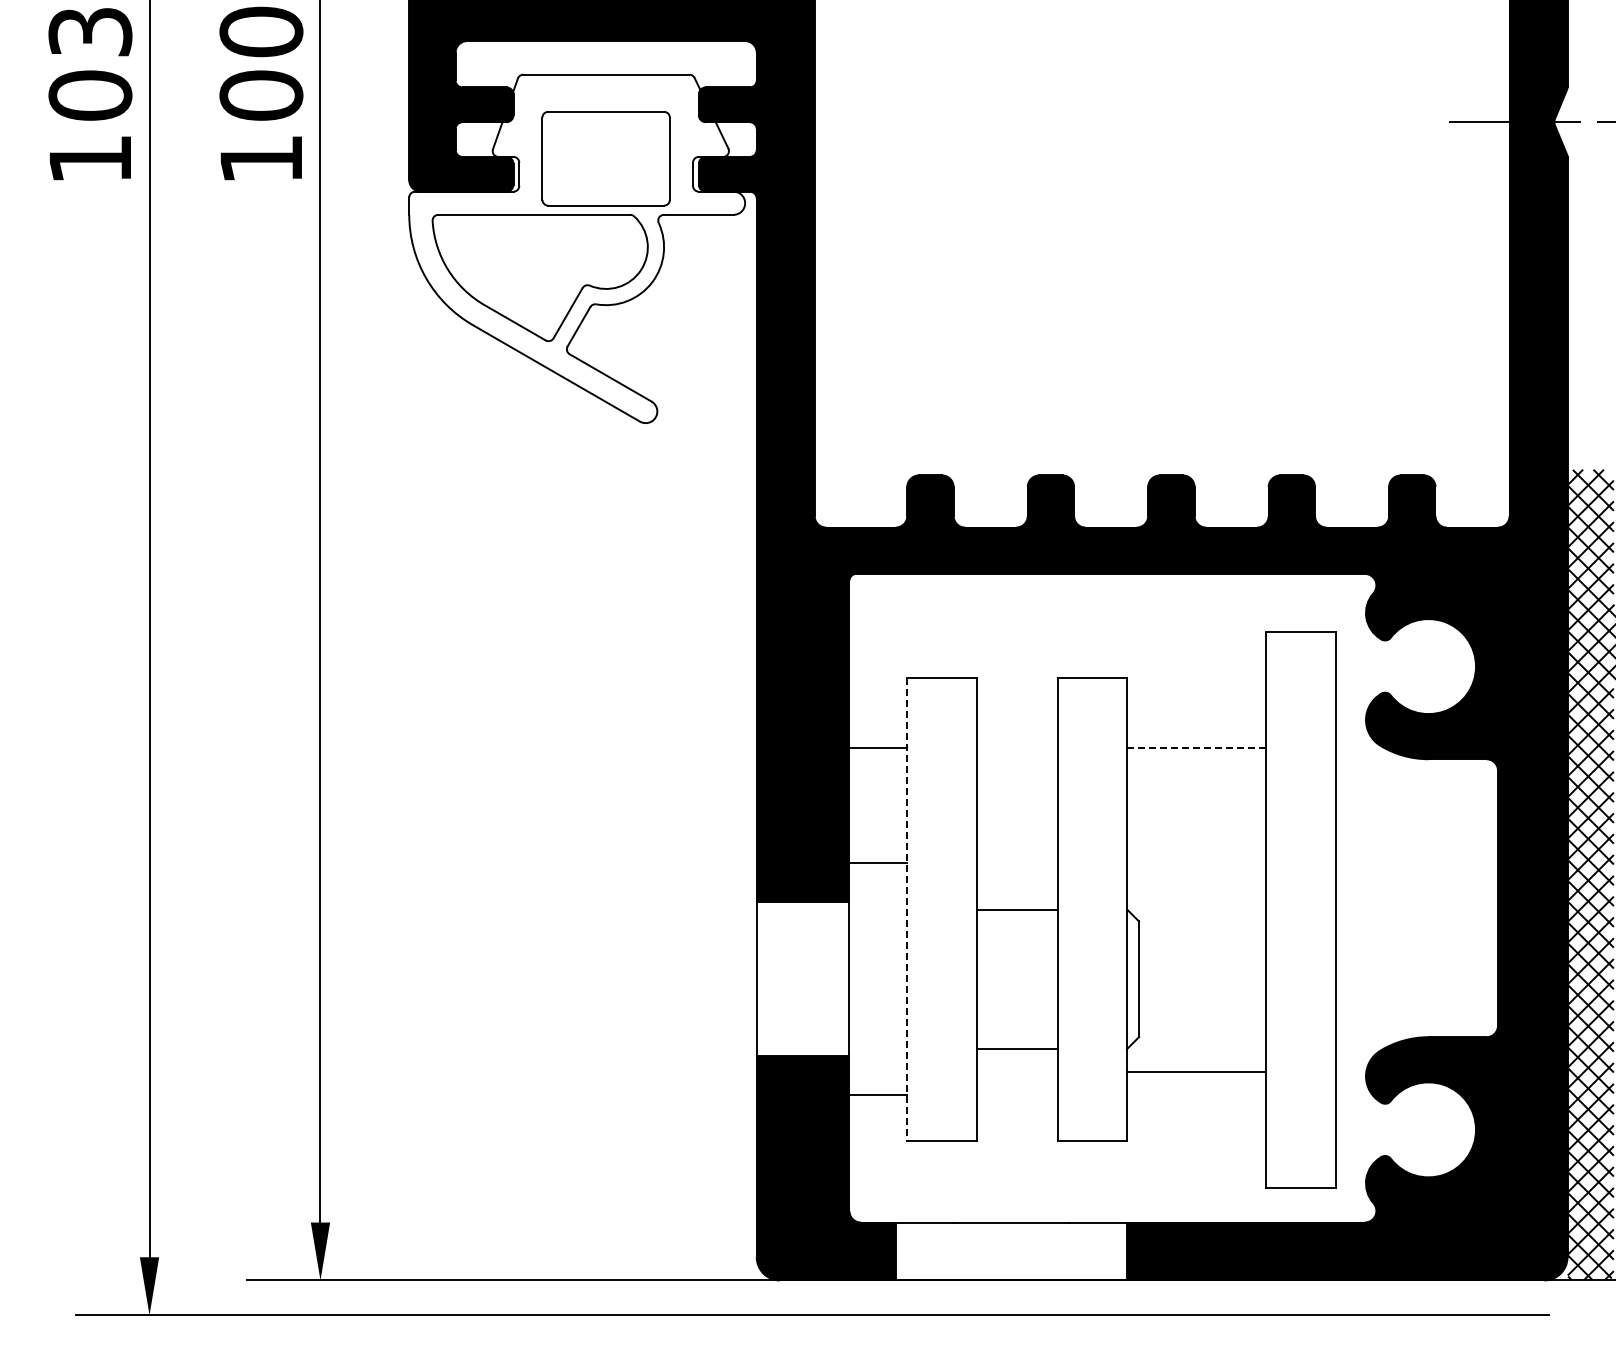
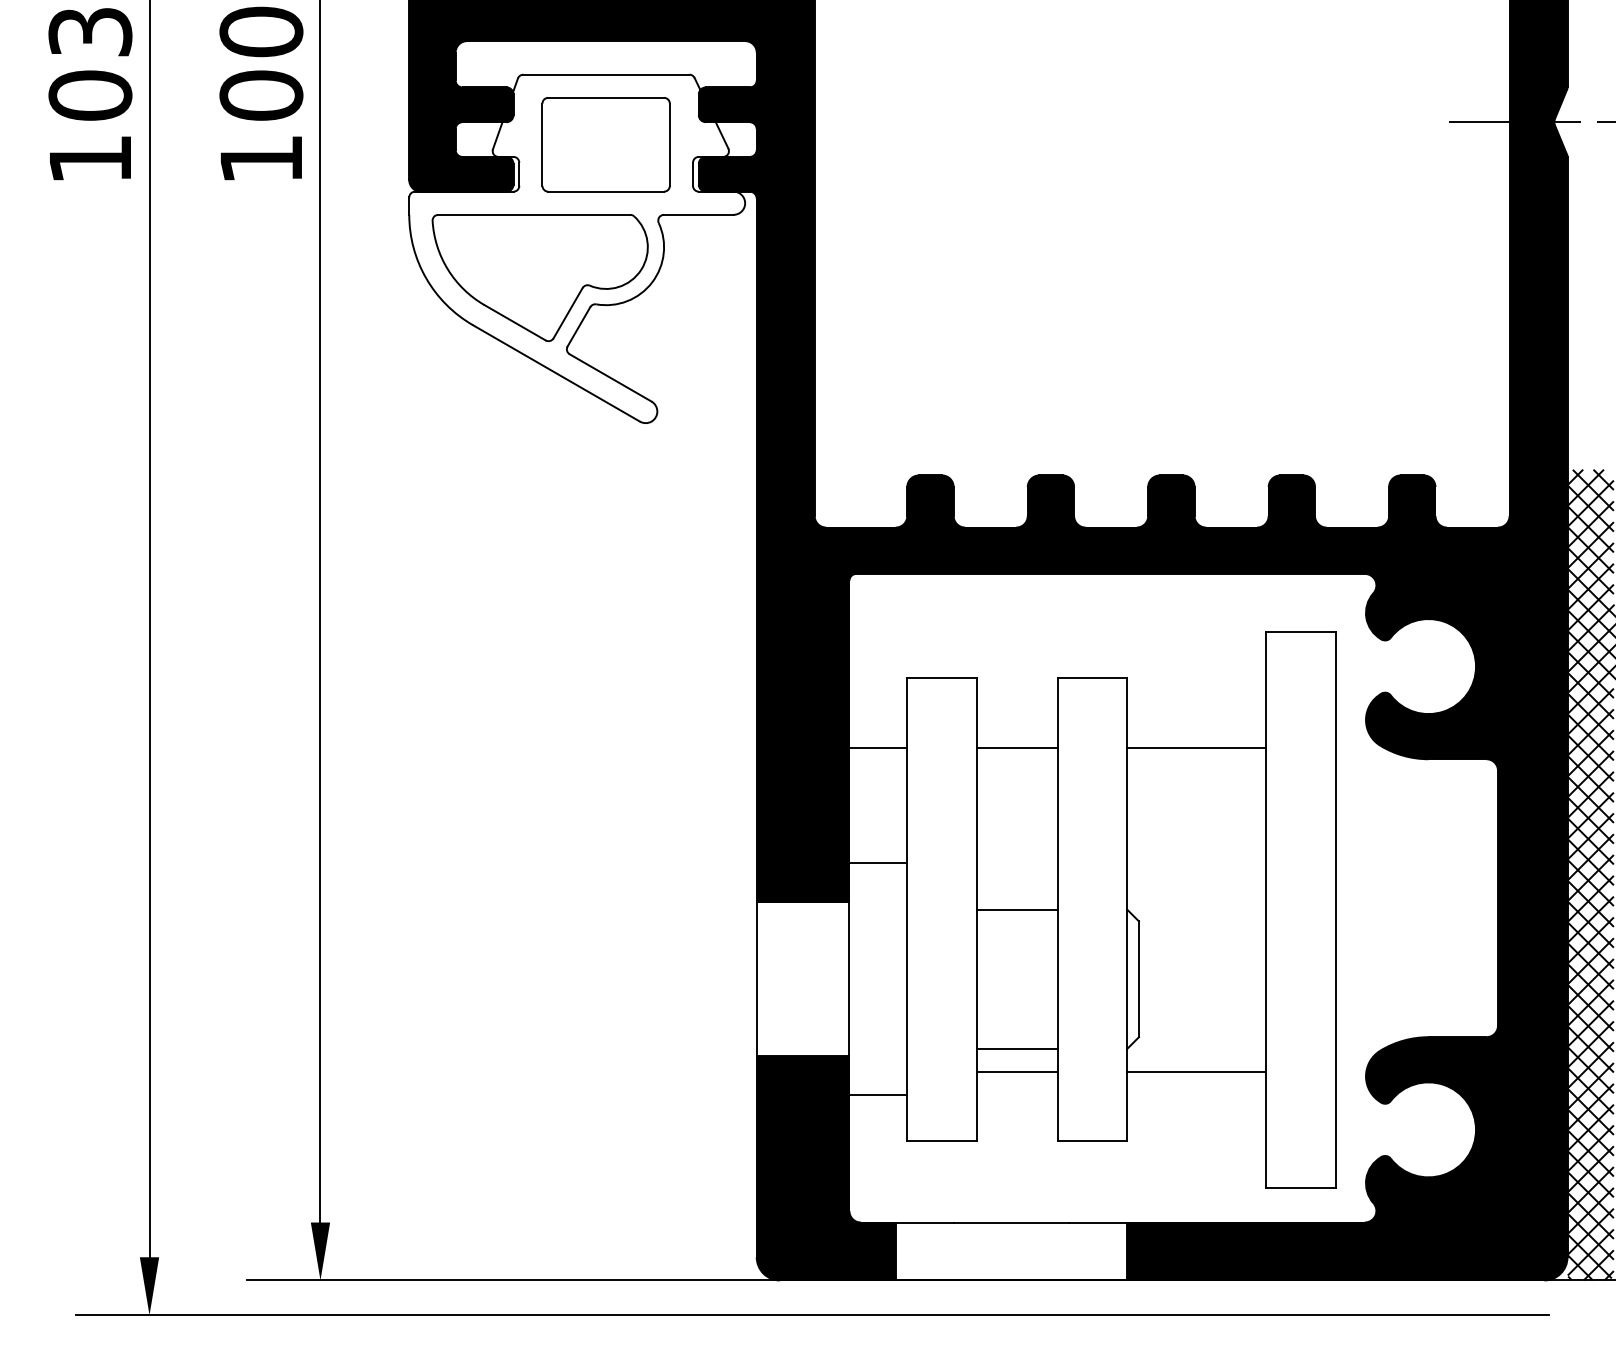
part at (605, 158) position: (605, 158) -> (605, 144)
line at (1016, 747): none -> present
line at (1196, 747): dashed -> solid
line at (907, 909): dashed -> solid
line at (1016, 1071): none -> present
